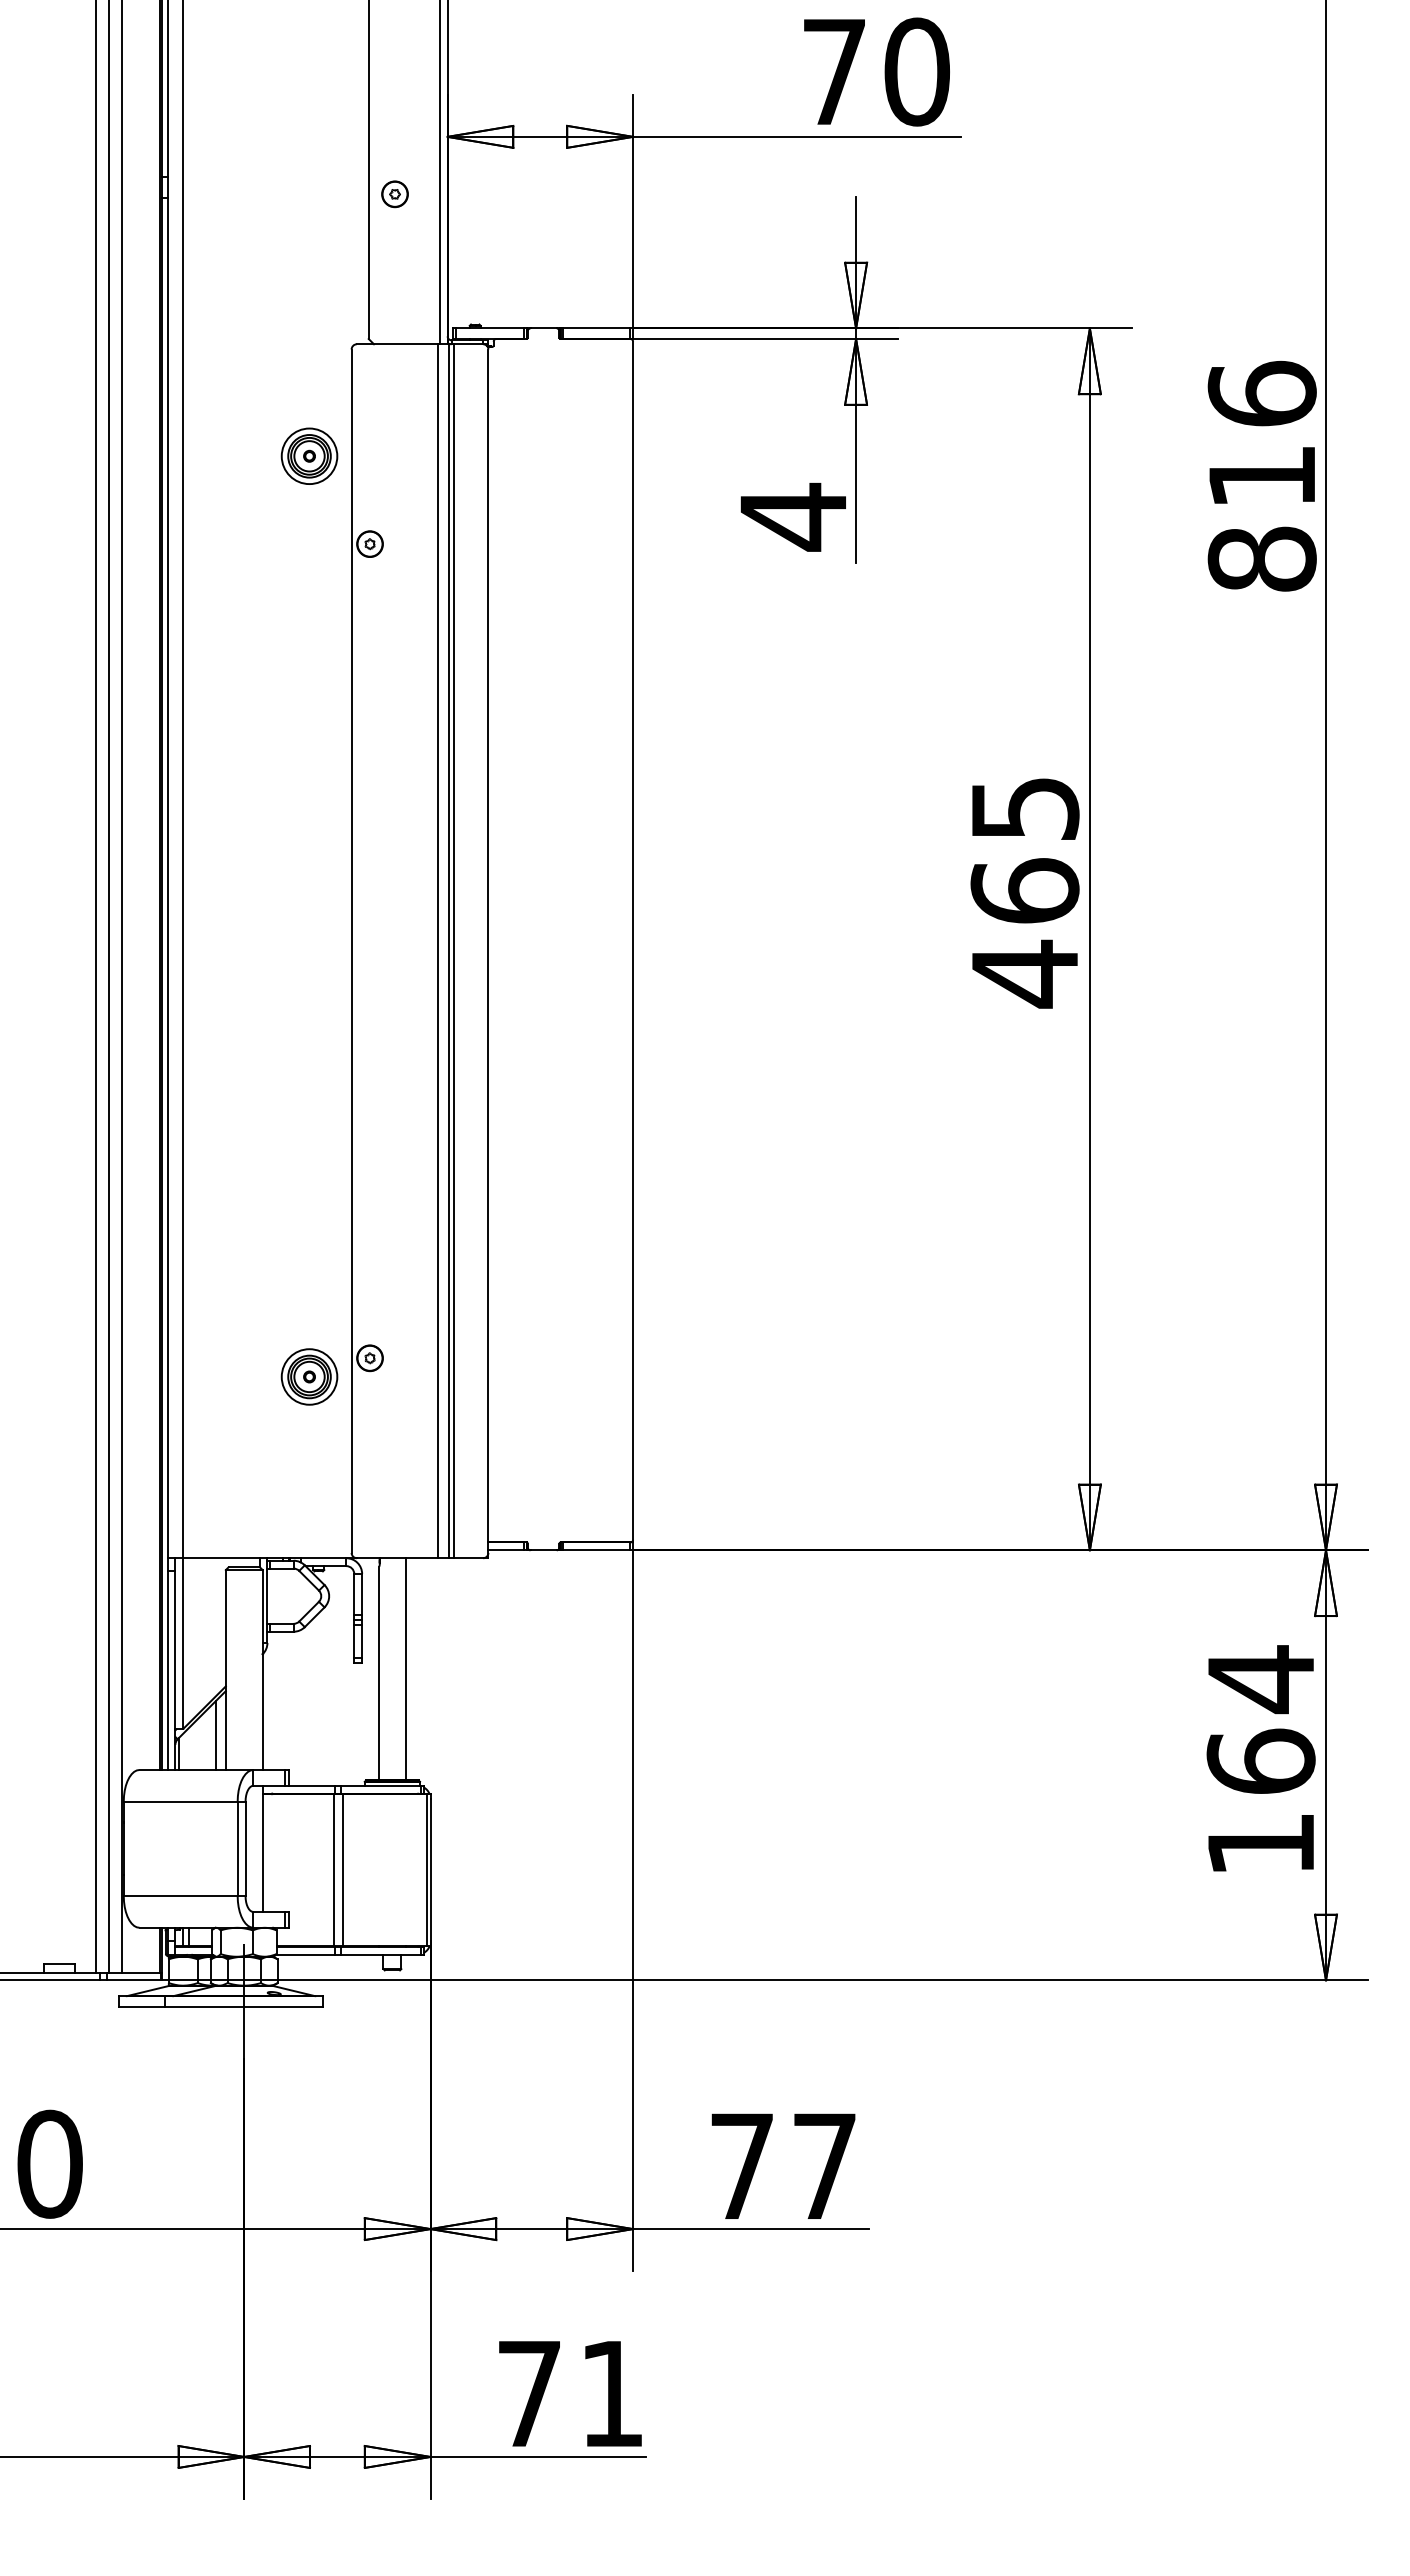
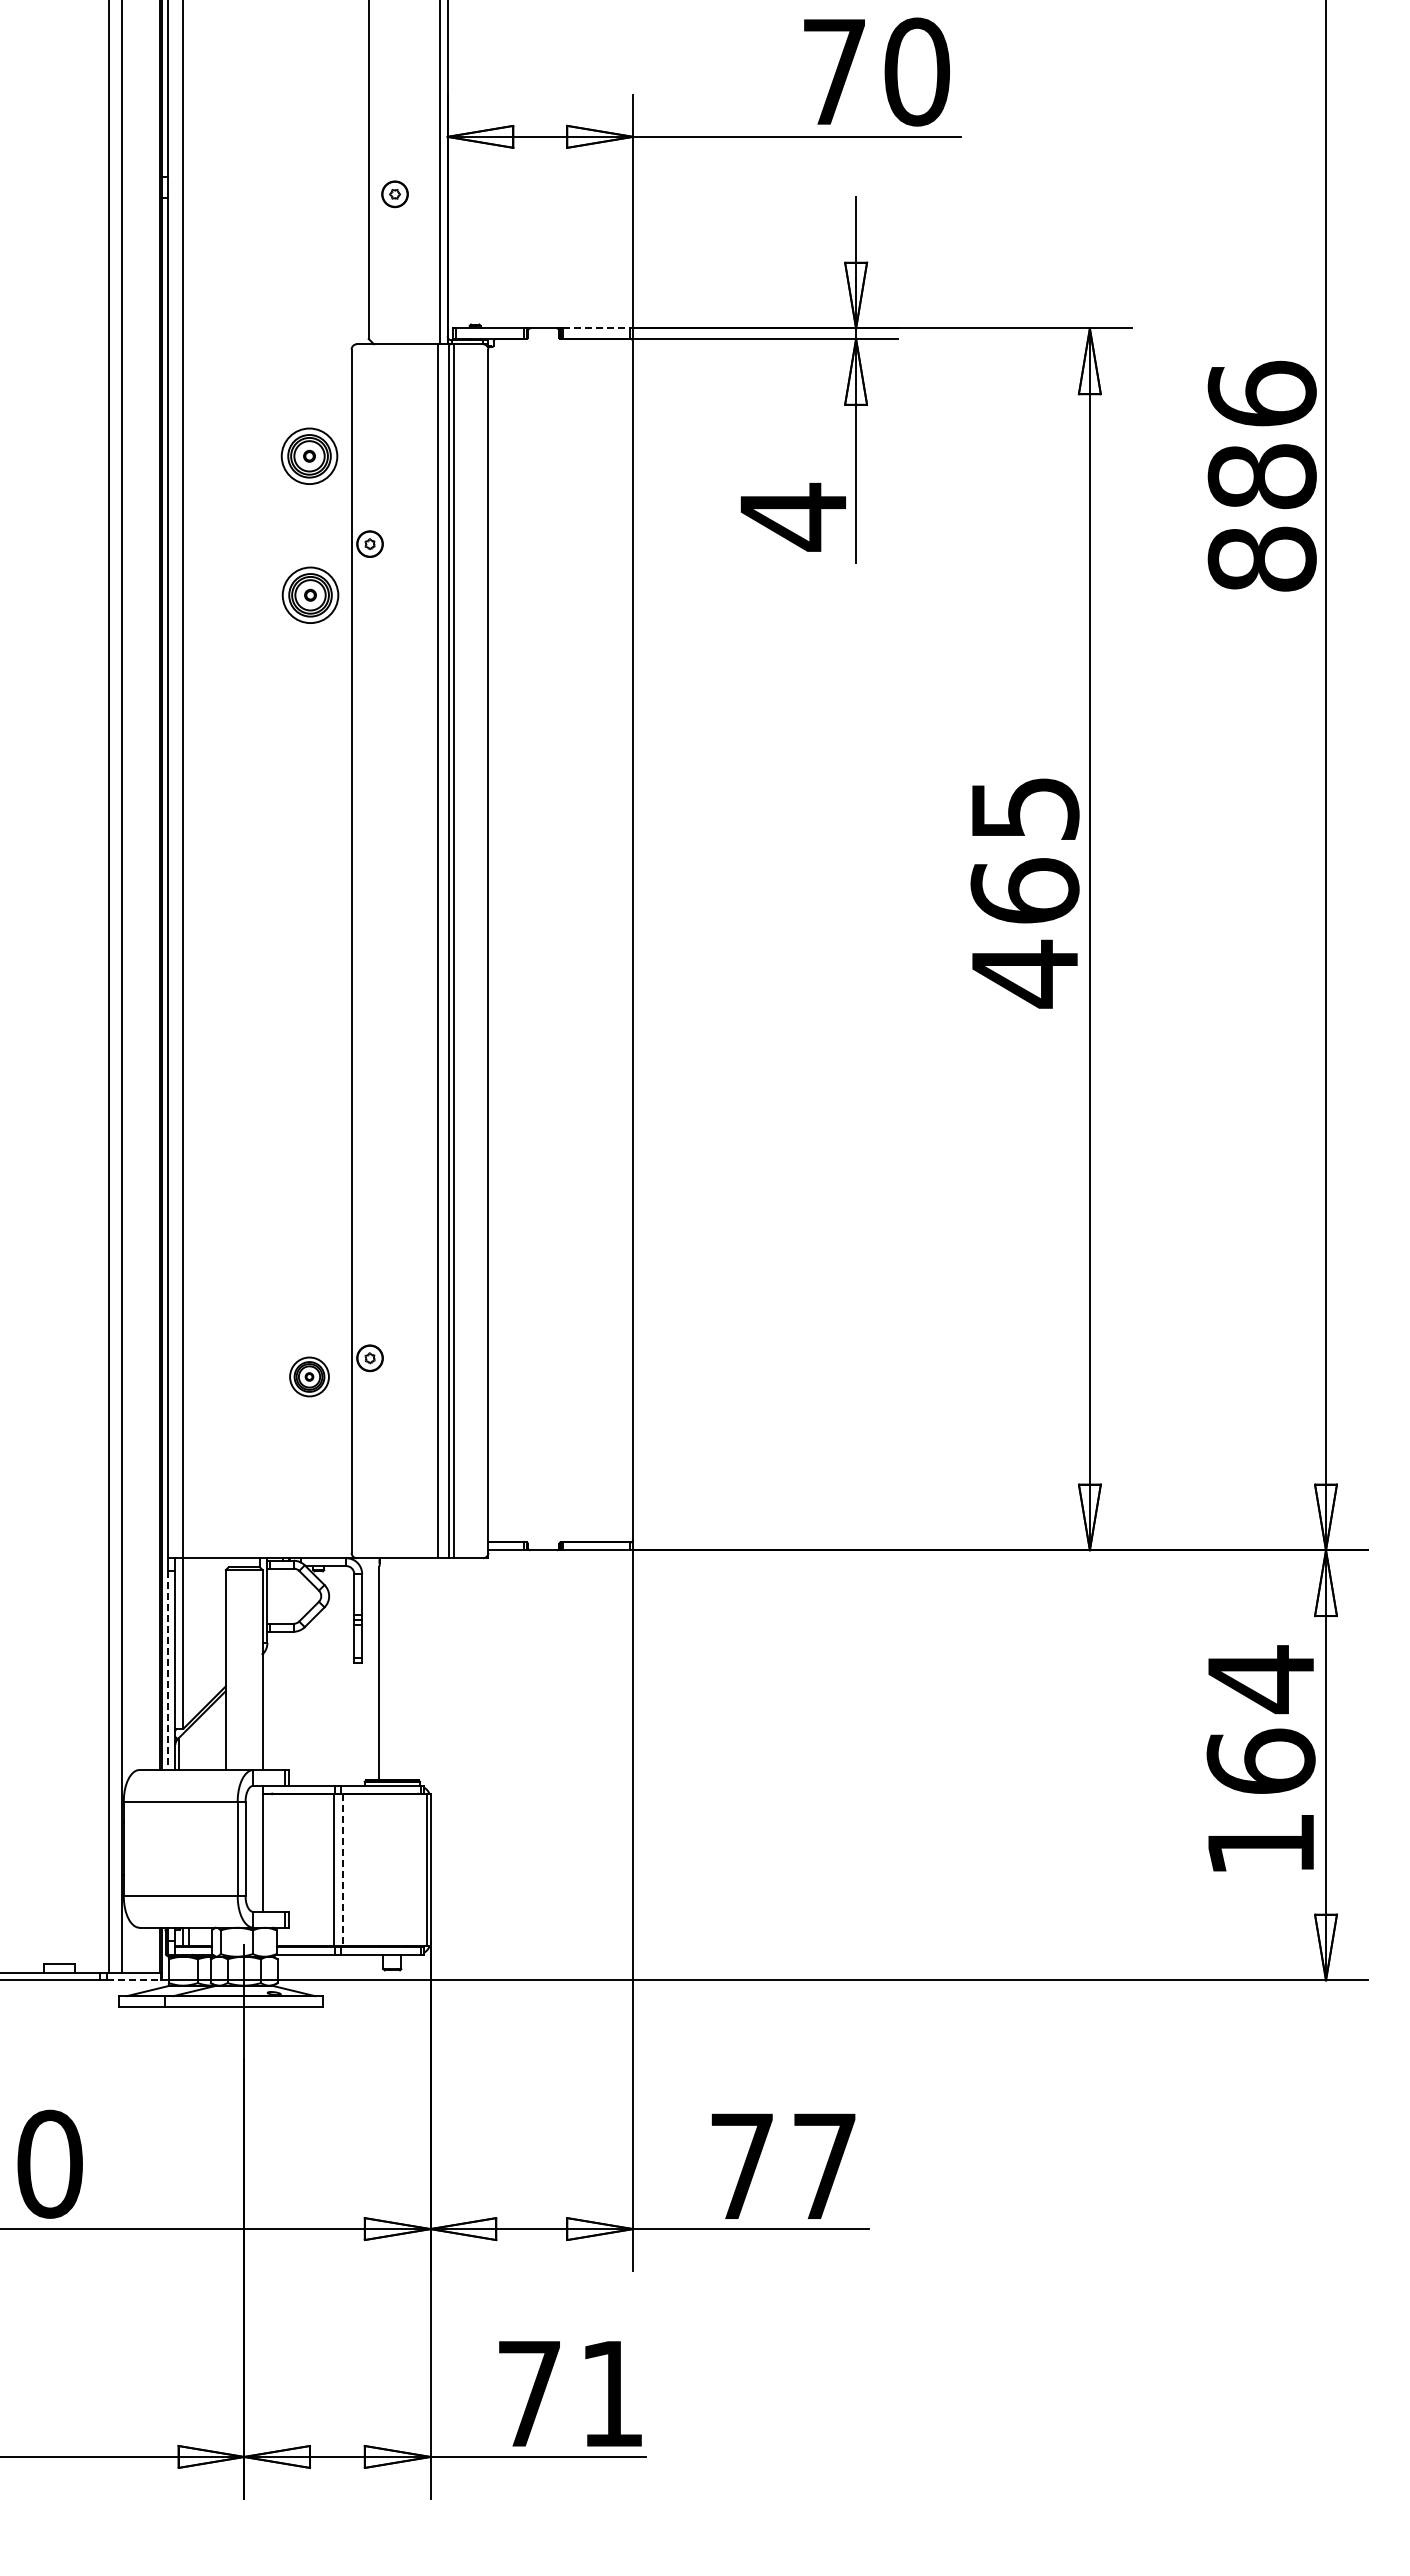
line at (596, 328): solid -> dashed
text at (1261, 476): 816 -> 886
part at (310, 594): none -> present
line at (96, 987): present -> none
part at (309, 1376) size: 59x58 px -> 41x42 px
line at (405, 1669): present -> none
line at (167, 1671): solid -> dashed
line at (216, 1734): present -> none
line at (342, 1870): solid -> dashed
line at (134, 1980): solid -> dashed
